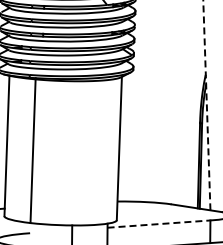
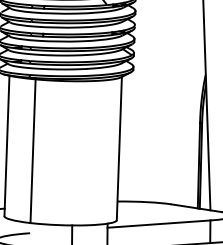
line at (206, 105): dashed -> solid
line at (158, 224): dashed -> solid
